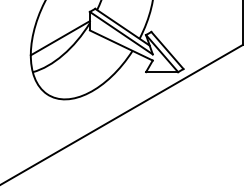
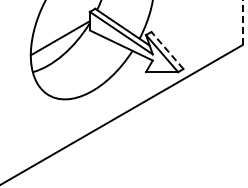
line at (242, 23): solid -> dashed
line at (167, 50): solid -> dashed
